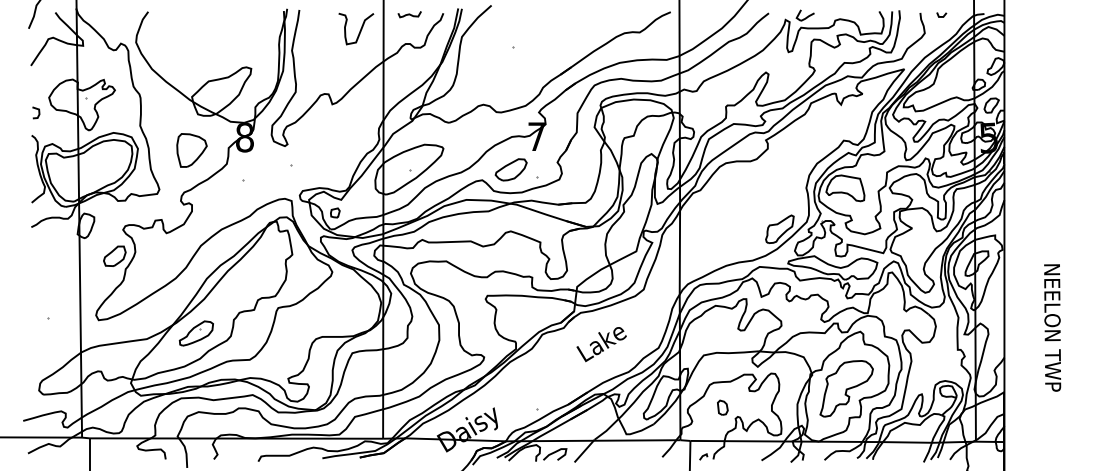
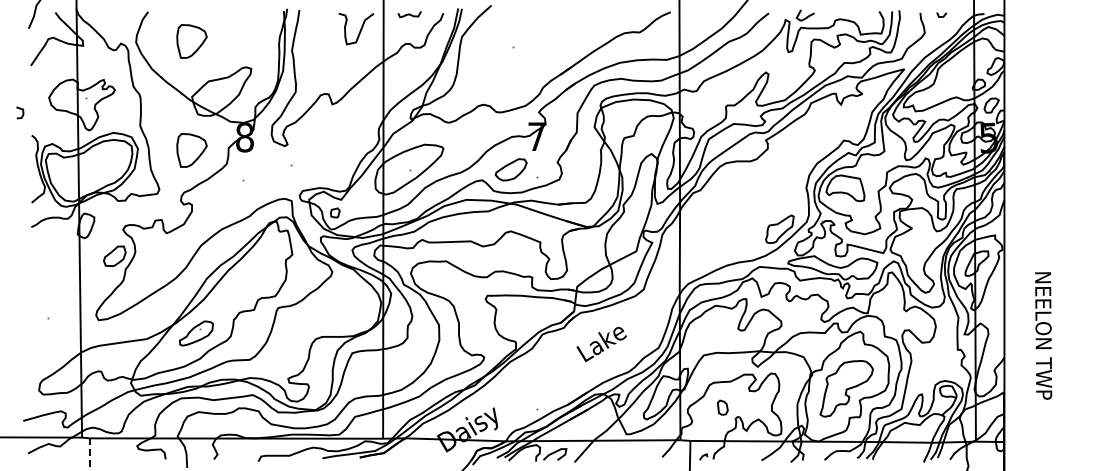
part at (191, 41): none -> present
line at (38, 112) position: (38, 112) -> (22, 112)
text at (1052, 327) position: (1052, 327) -> (1043, 335)
line at (89, 454): solid -> dashed
